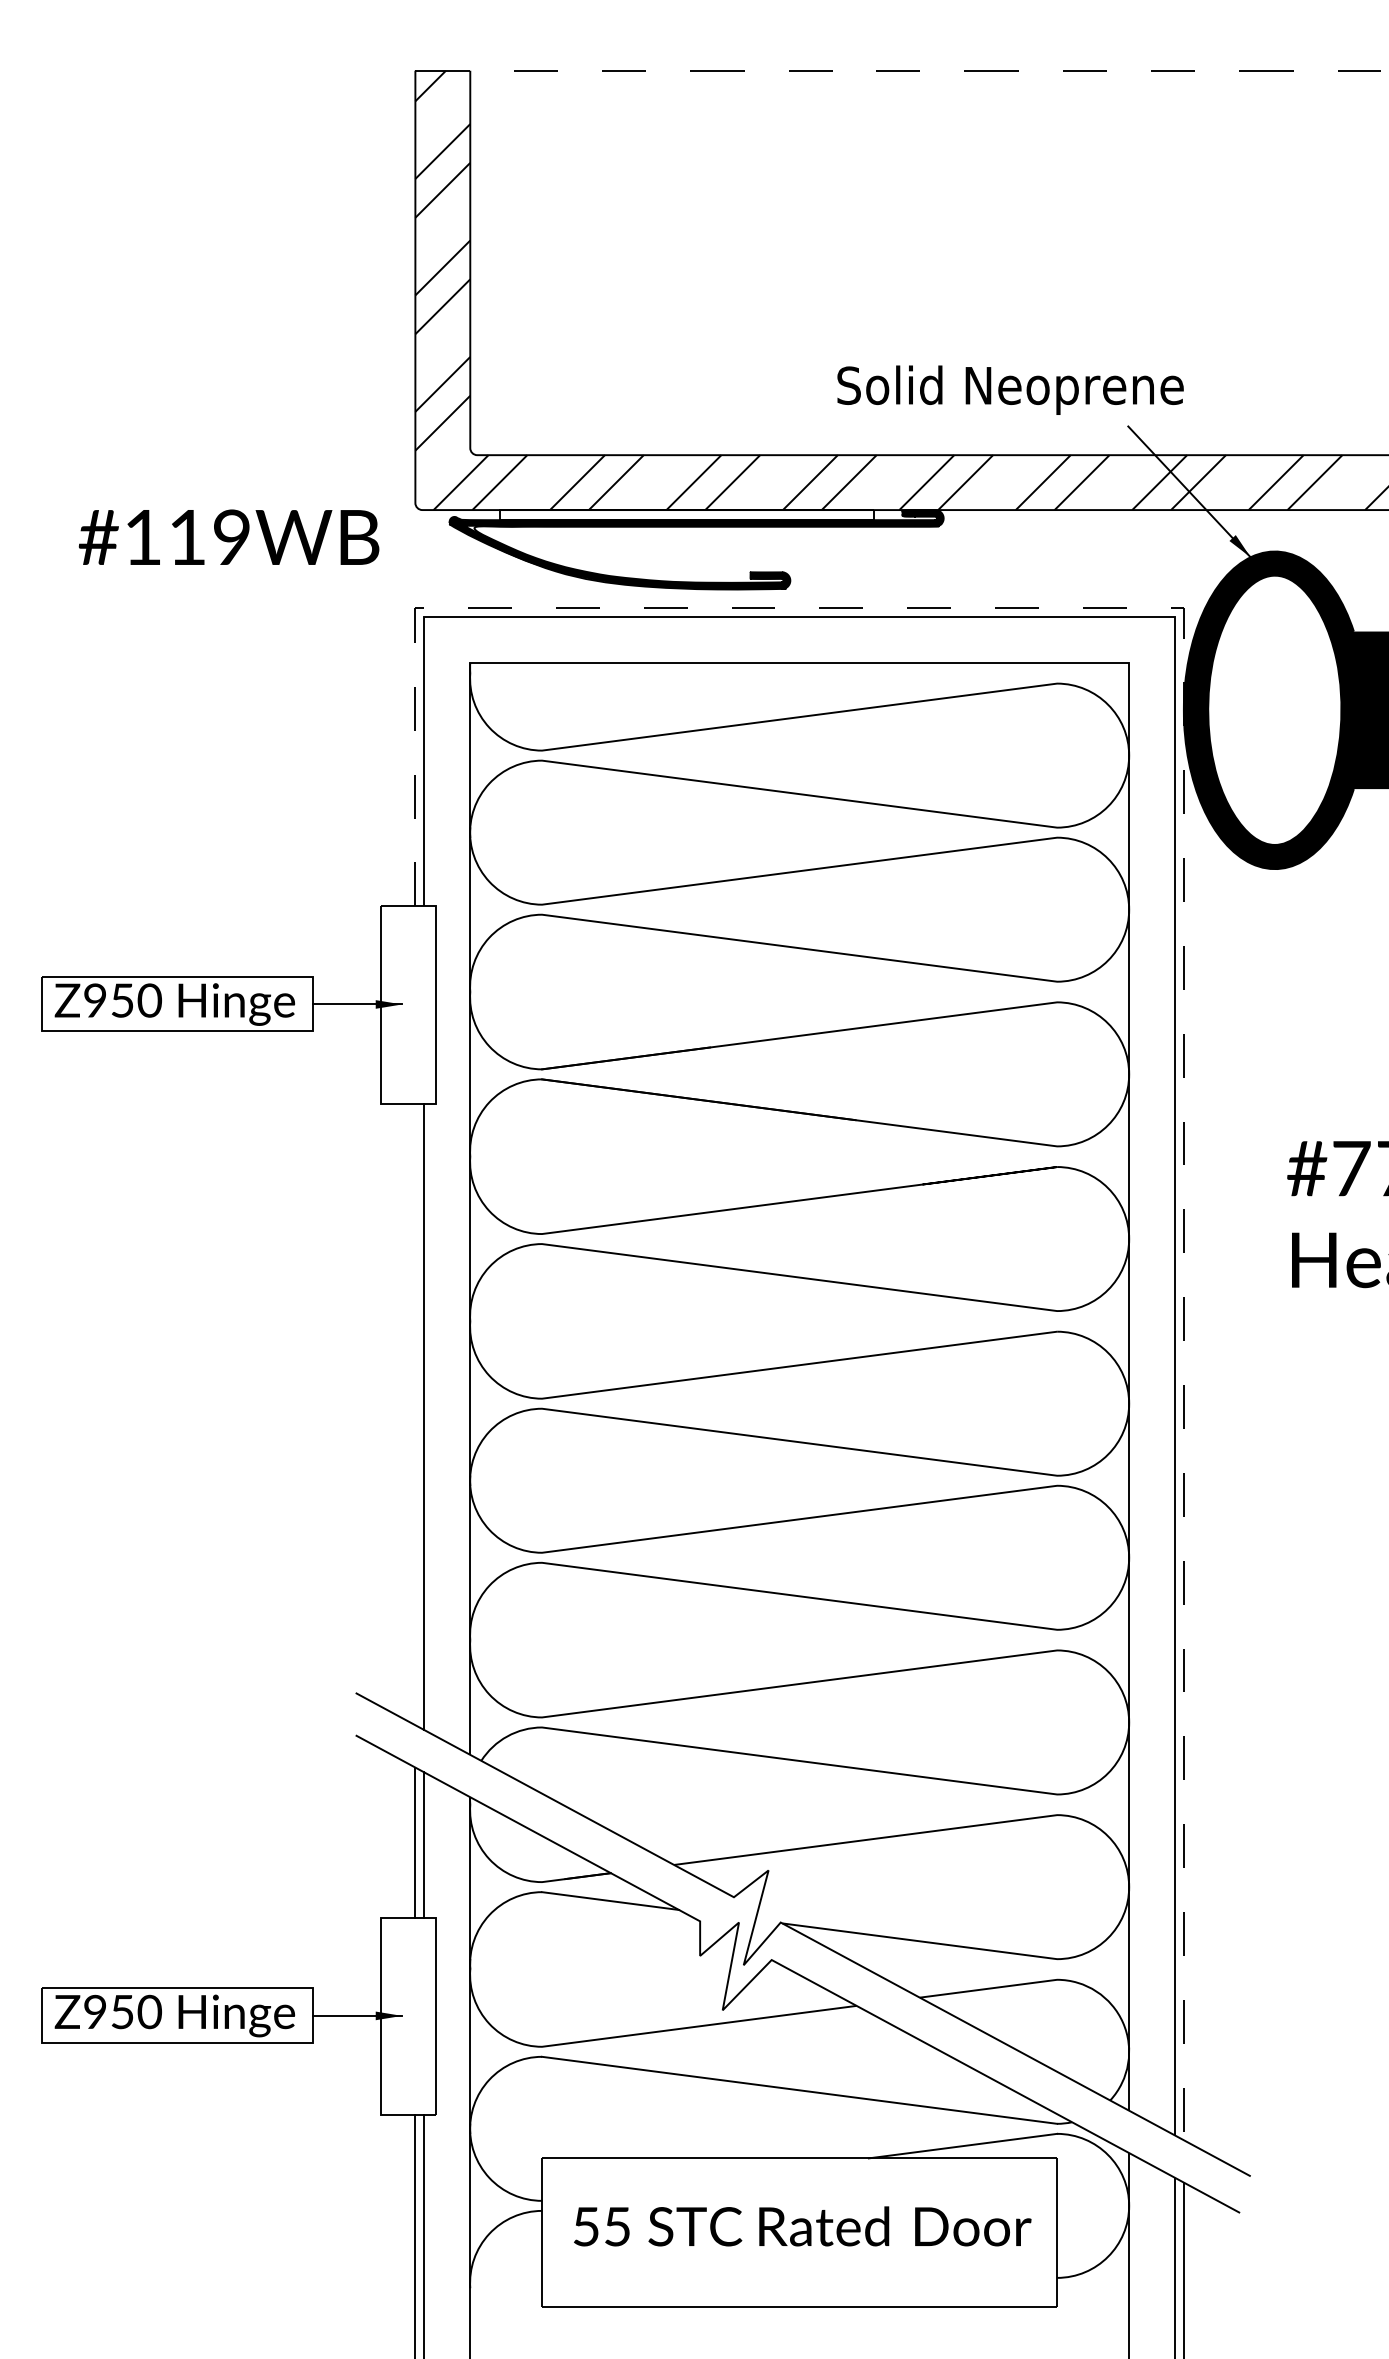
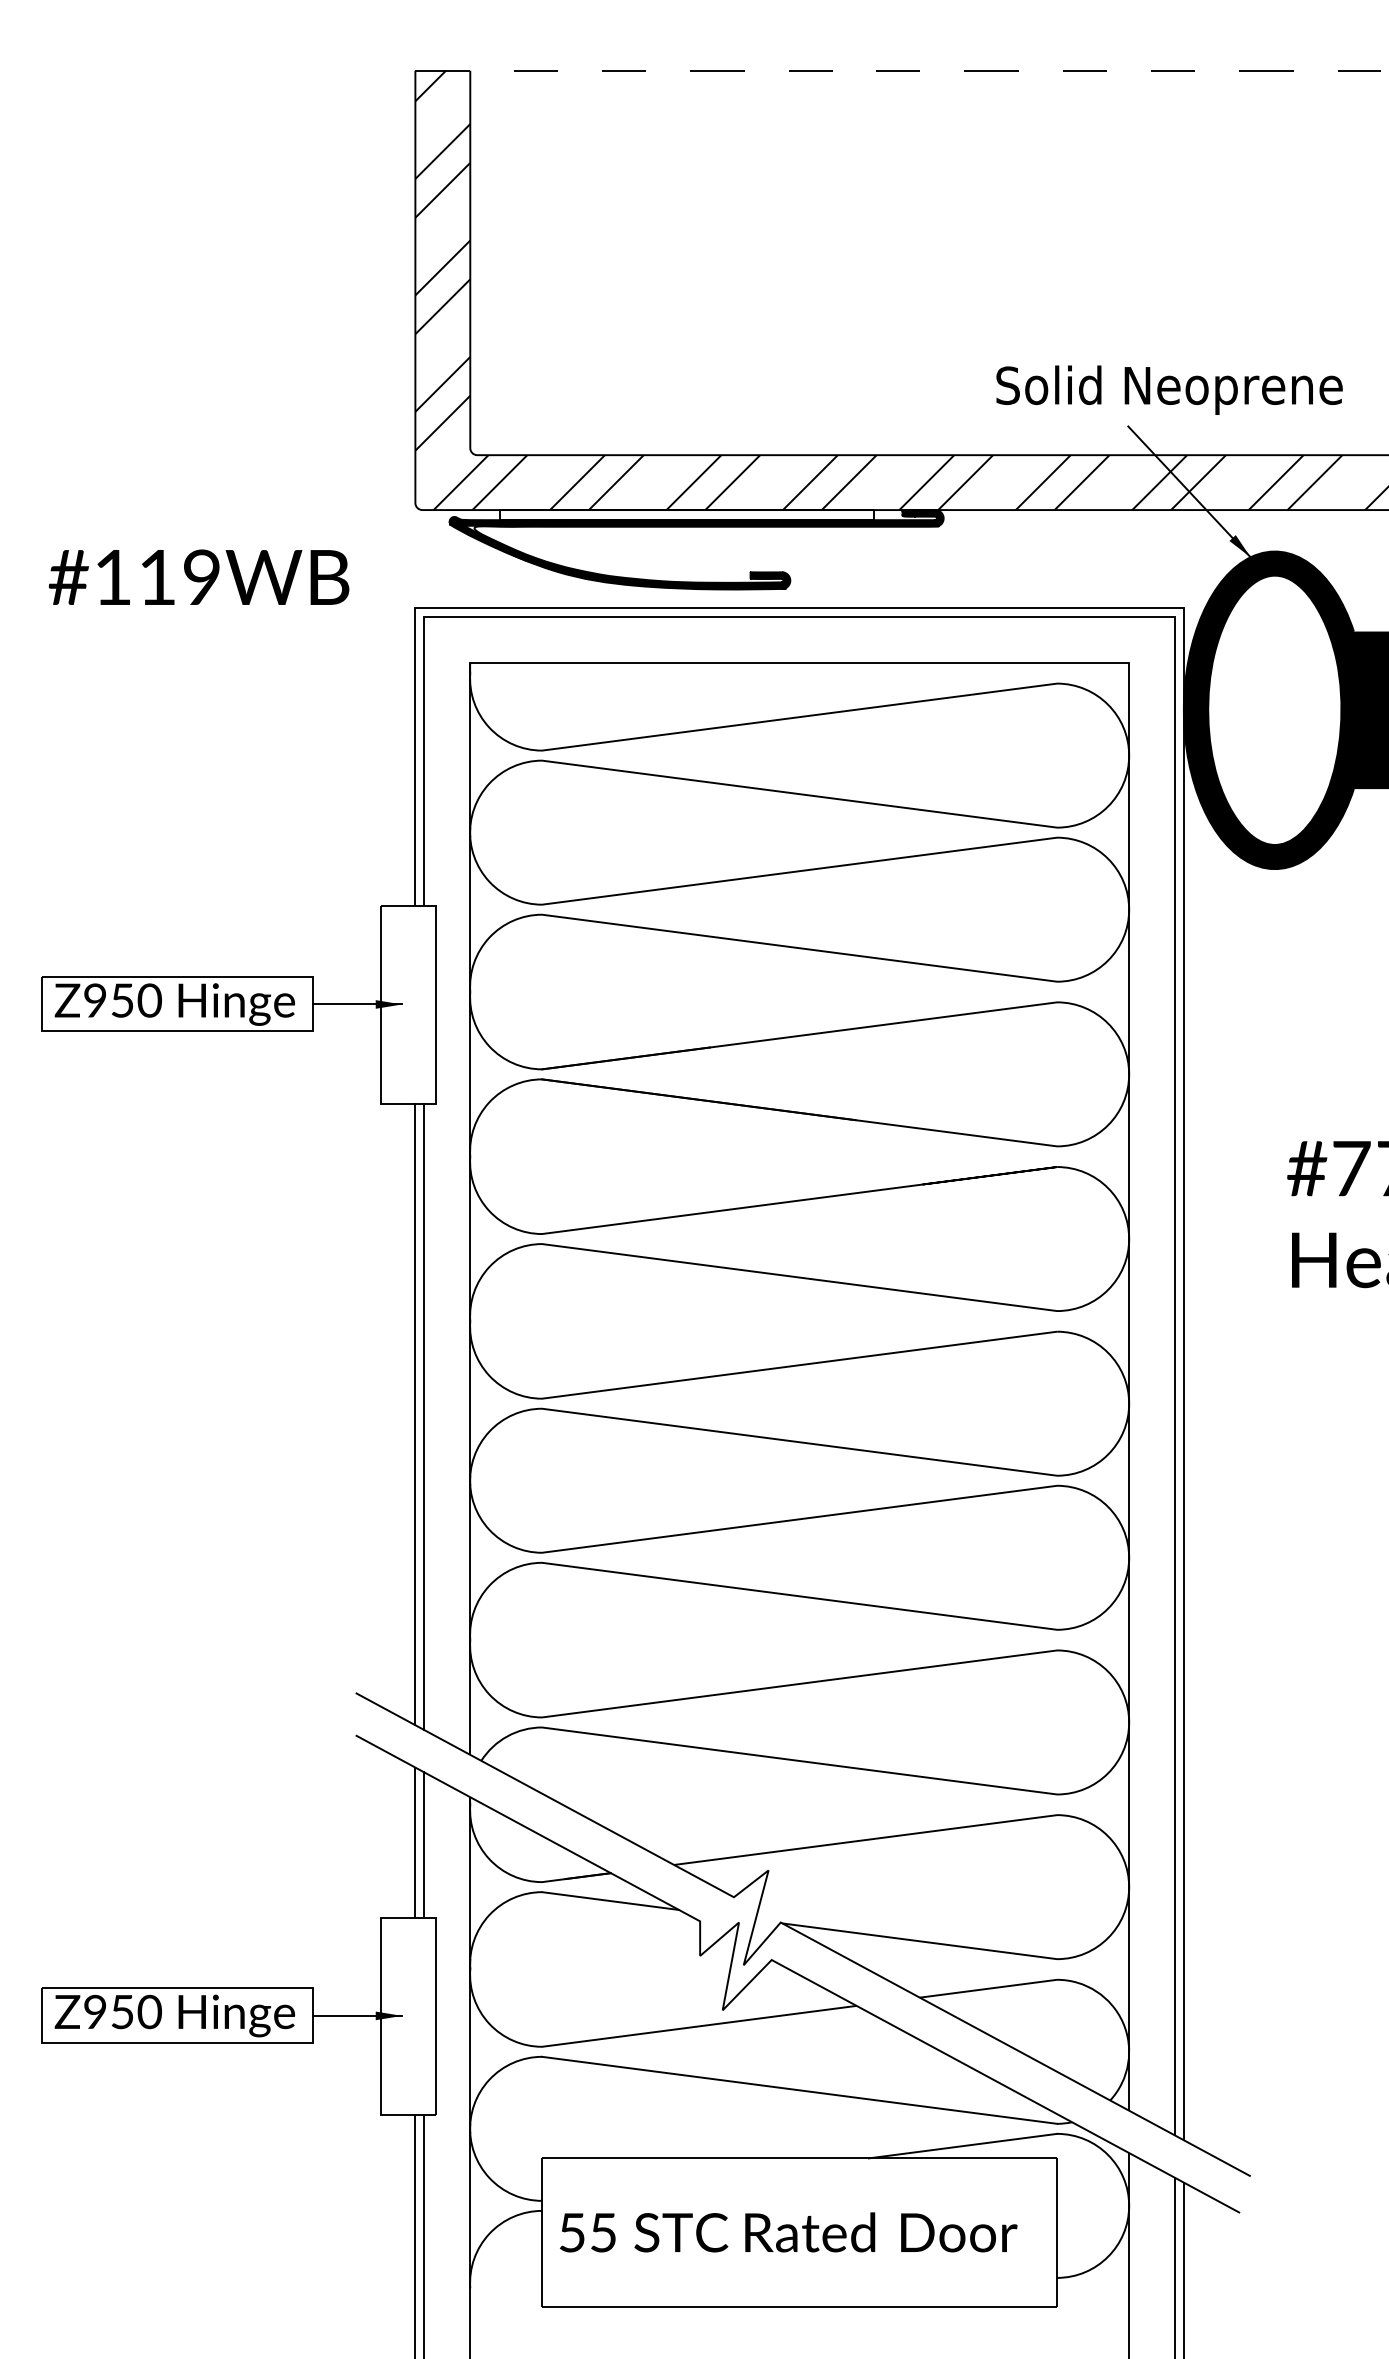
text at (1010, 389) position: (1010, 389) -> (1169, 389)
text at (228, 536) position: (228, 536) -> (198, 576)
line at (1183, 839): dashed -> solid
line at (415, 1414): none -> present
text at (802, 2226) position: (802, 2226) -> (788, 2232)
